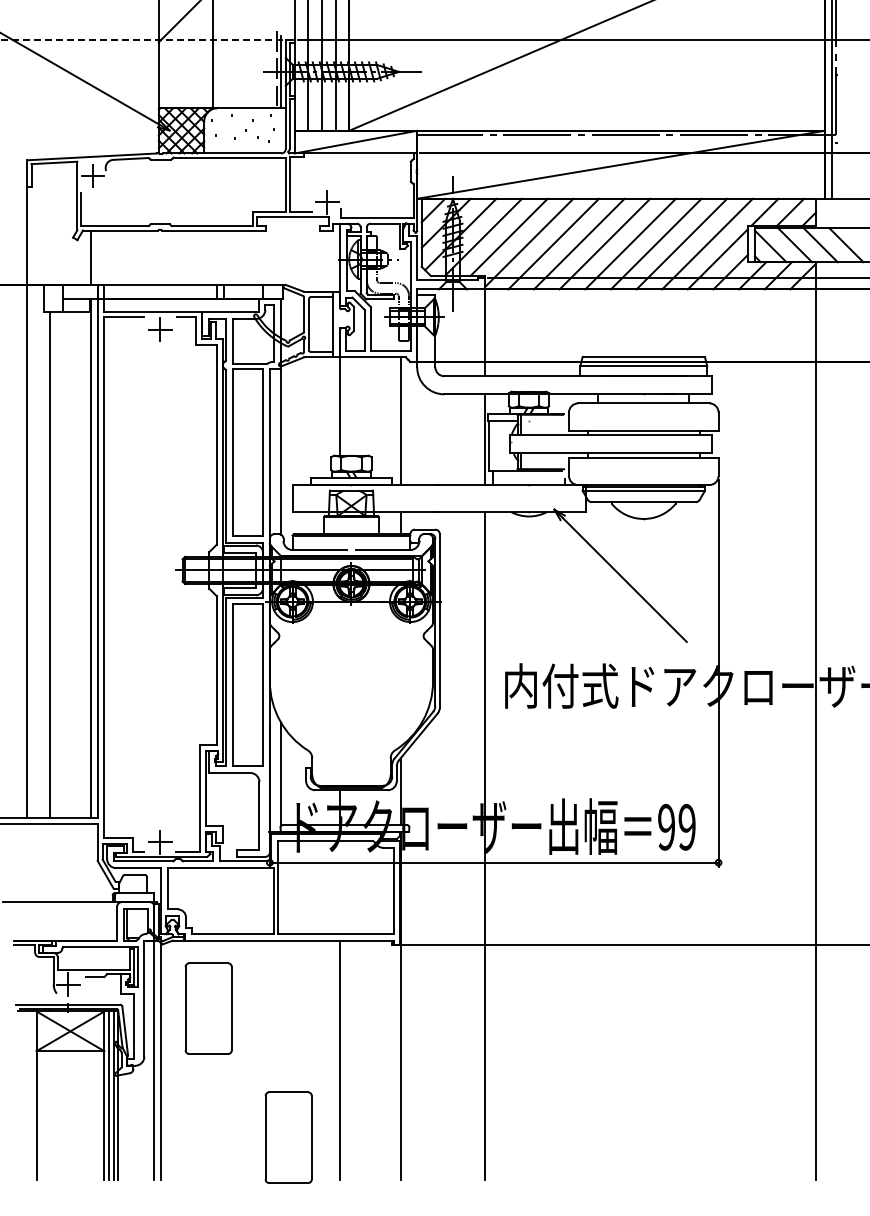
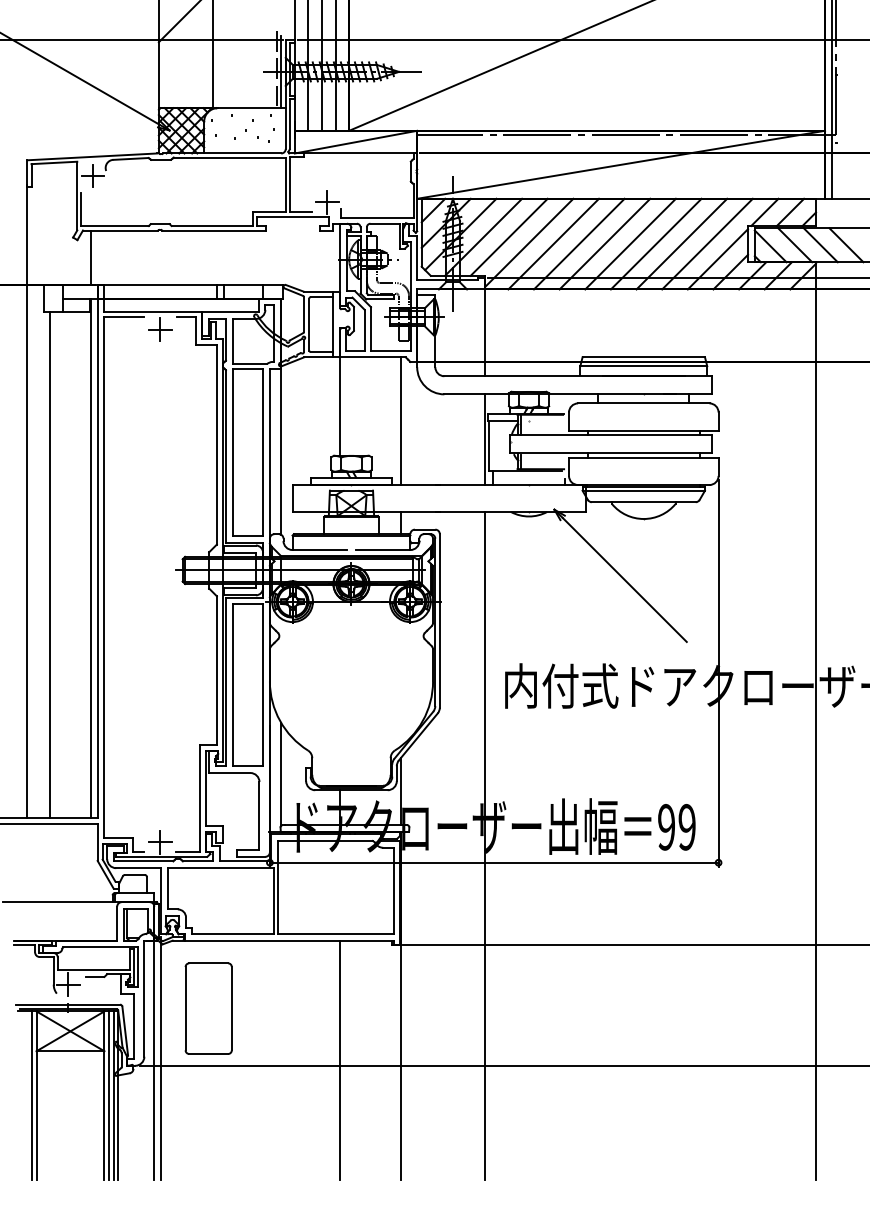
line at (141, 40): dashed -> solid
line at (502, 1065): none -> present
line at (31, 1095): none -> present
part at (288, 1137): present -> none
